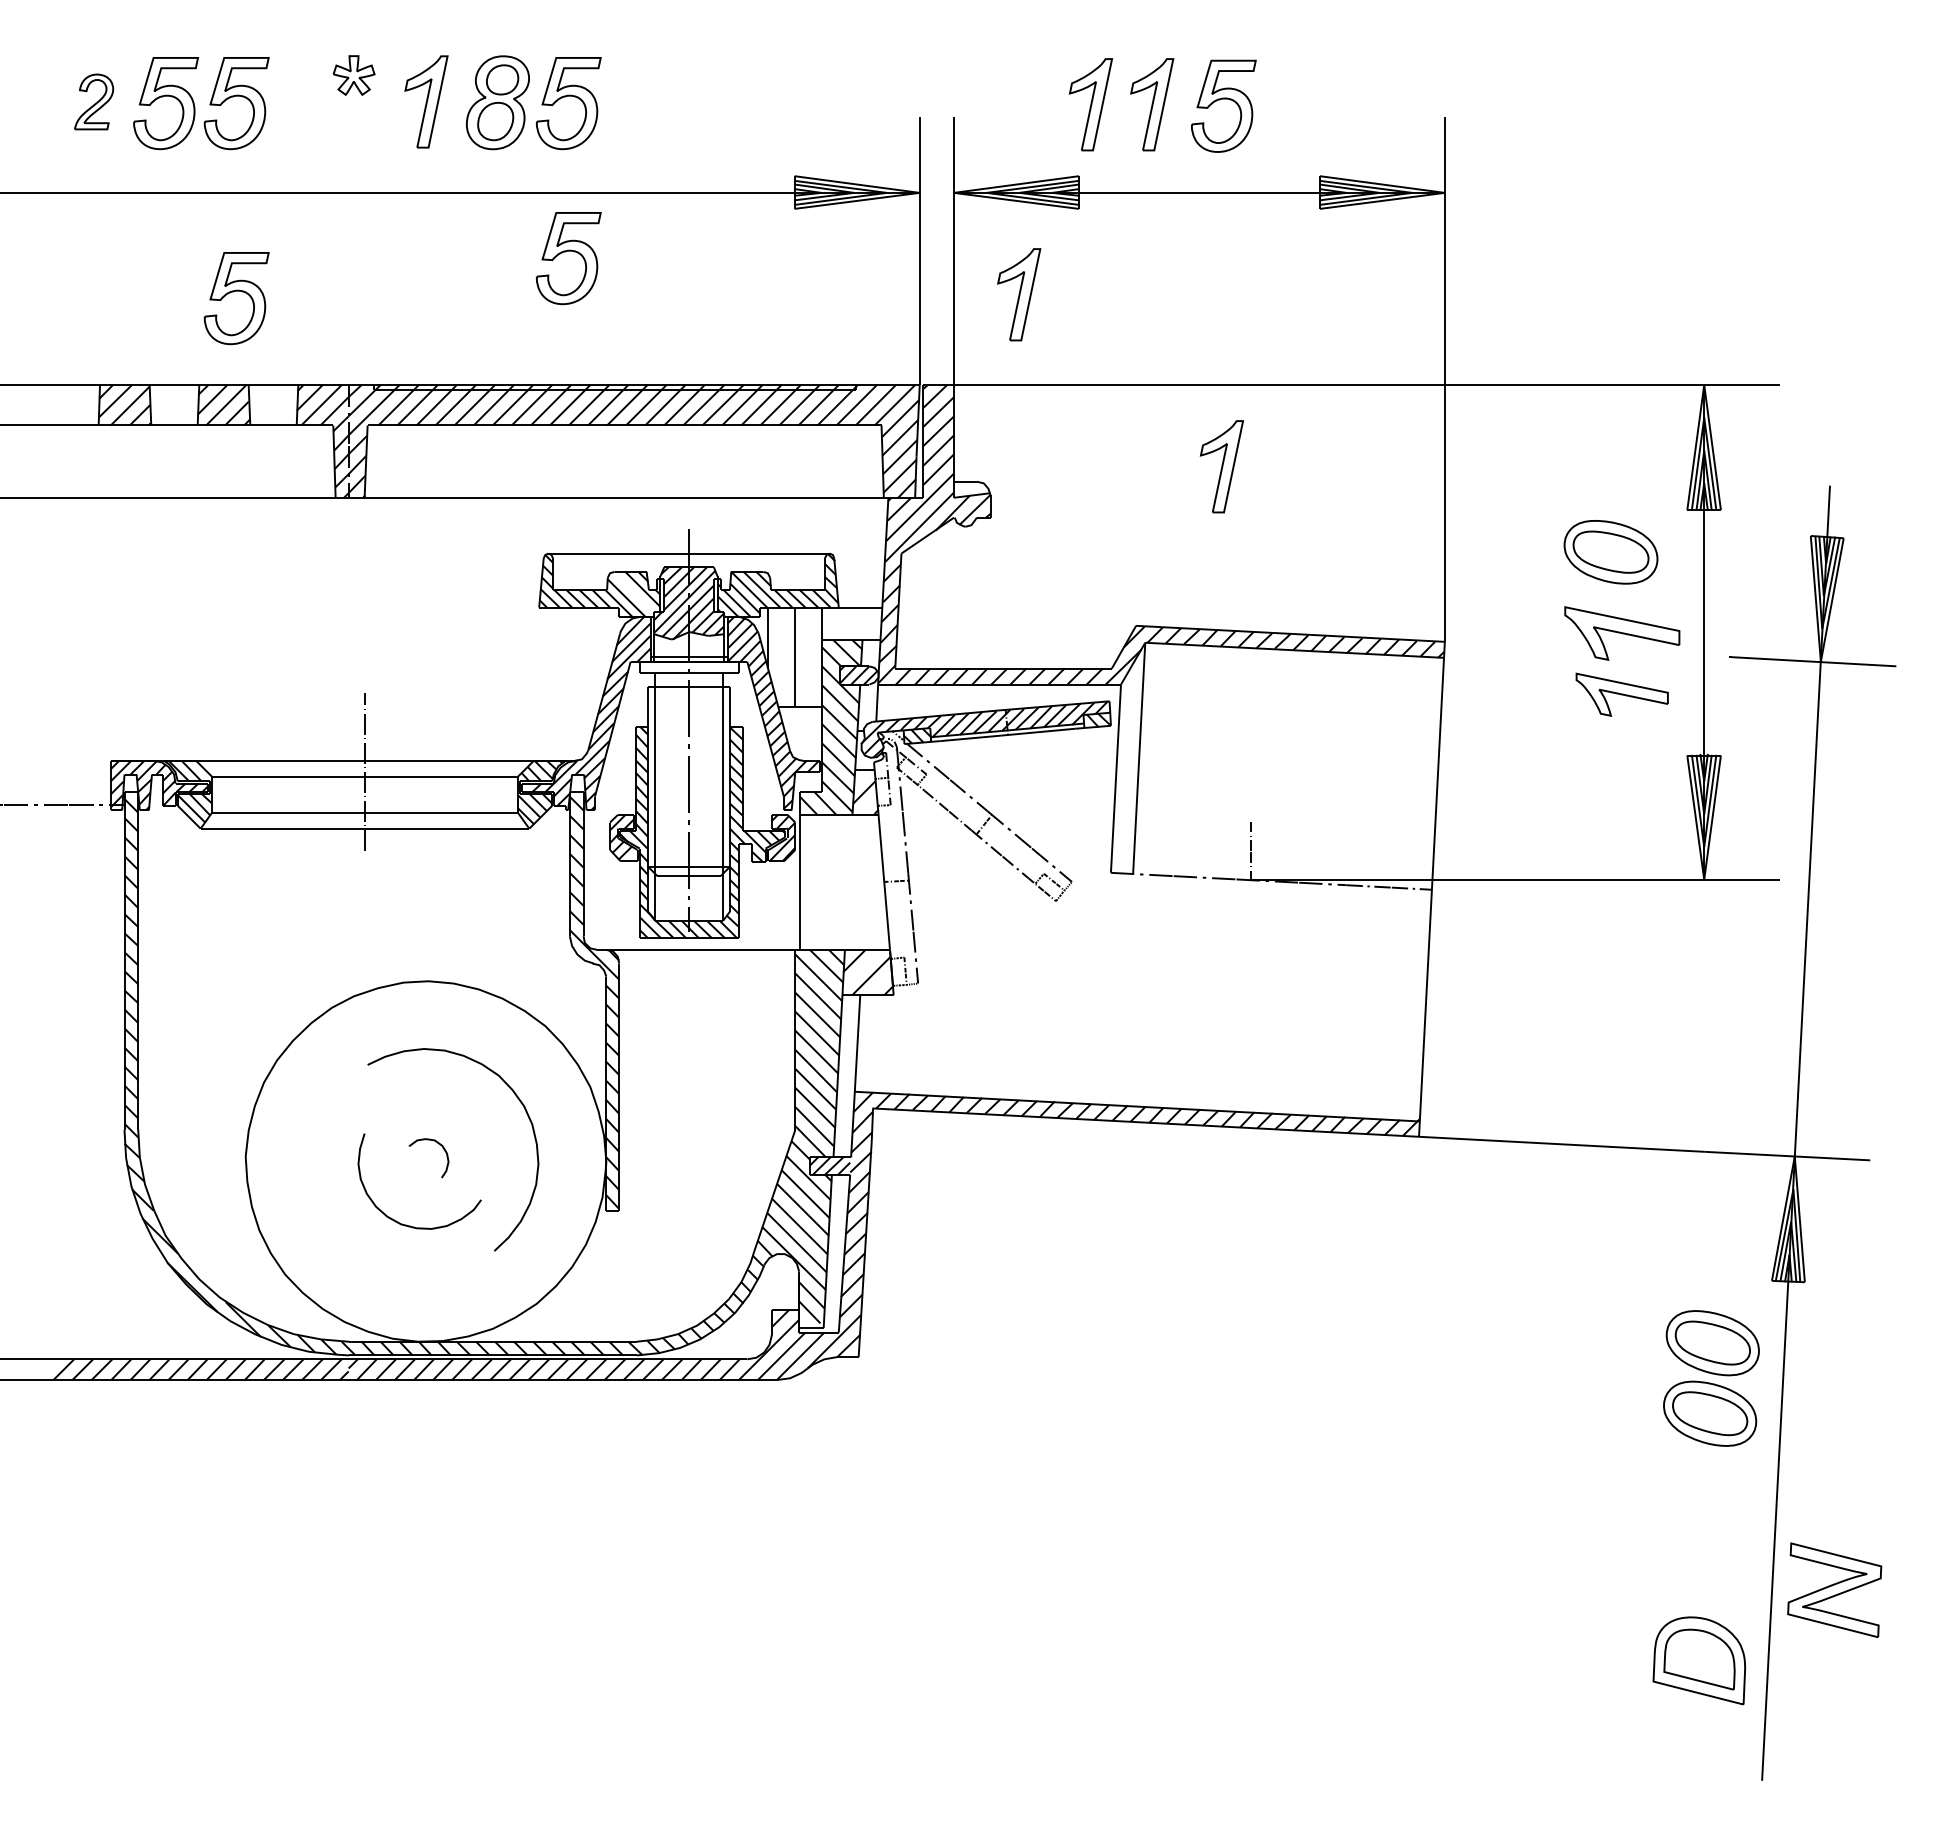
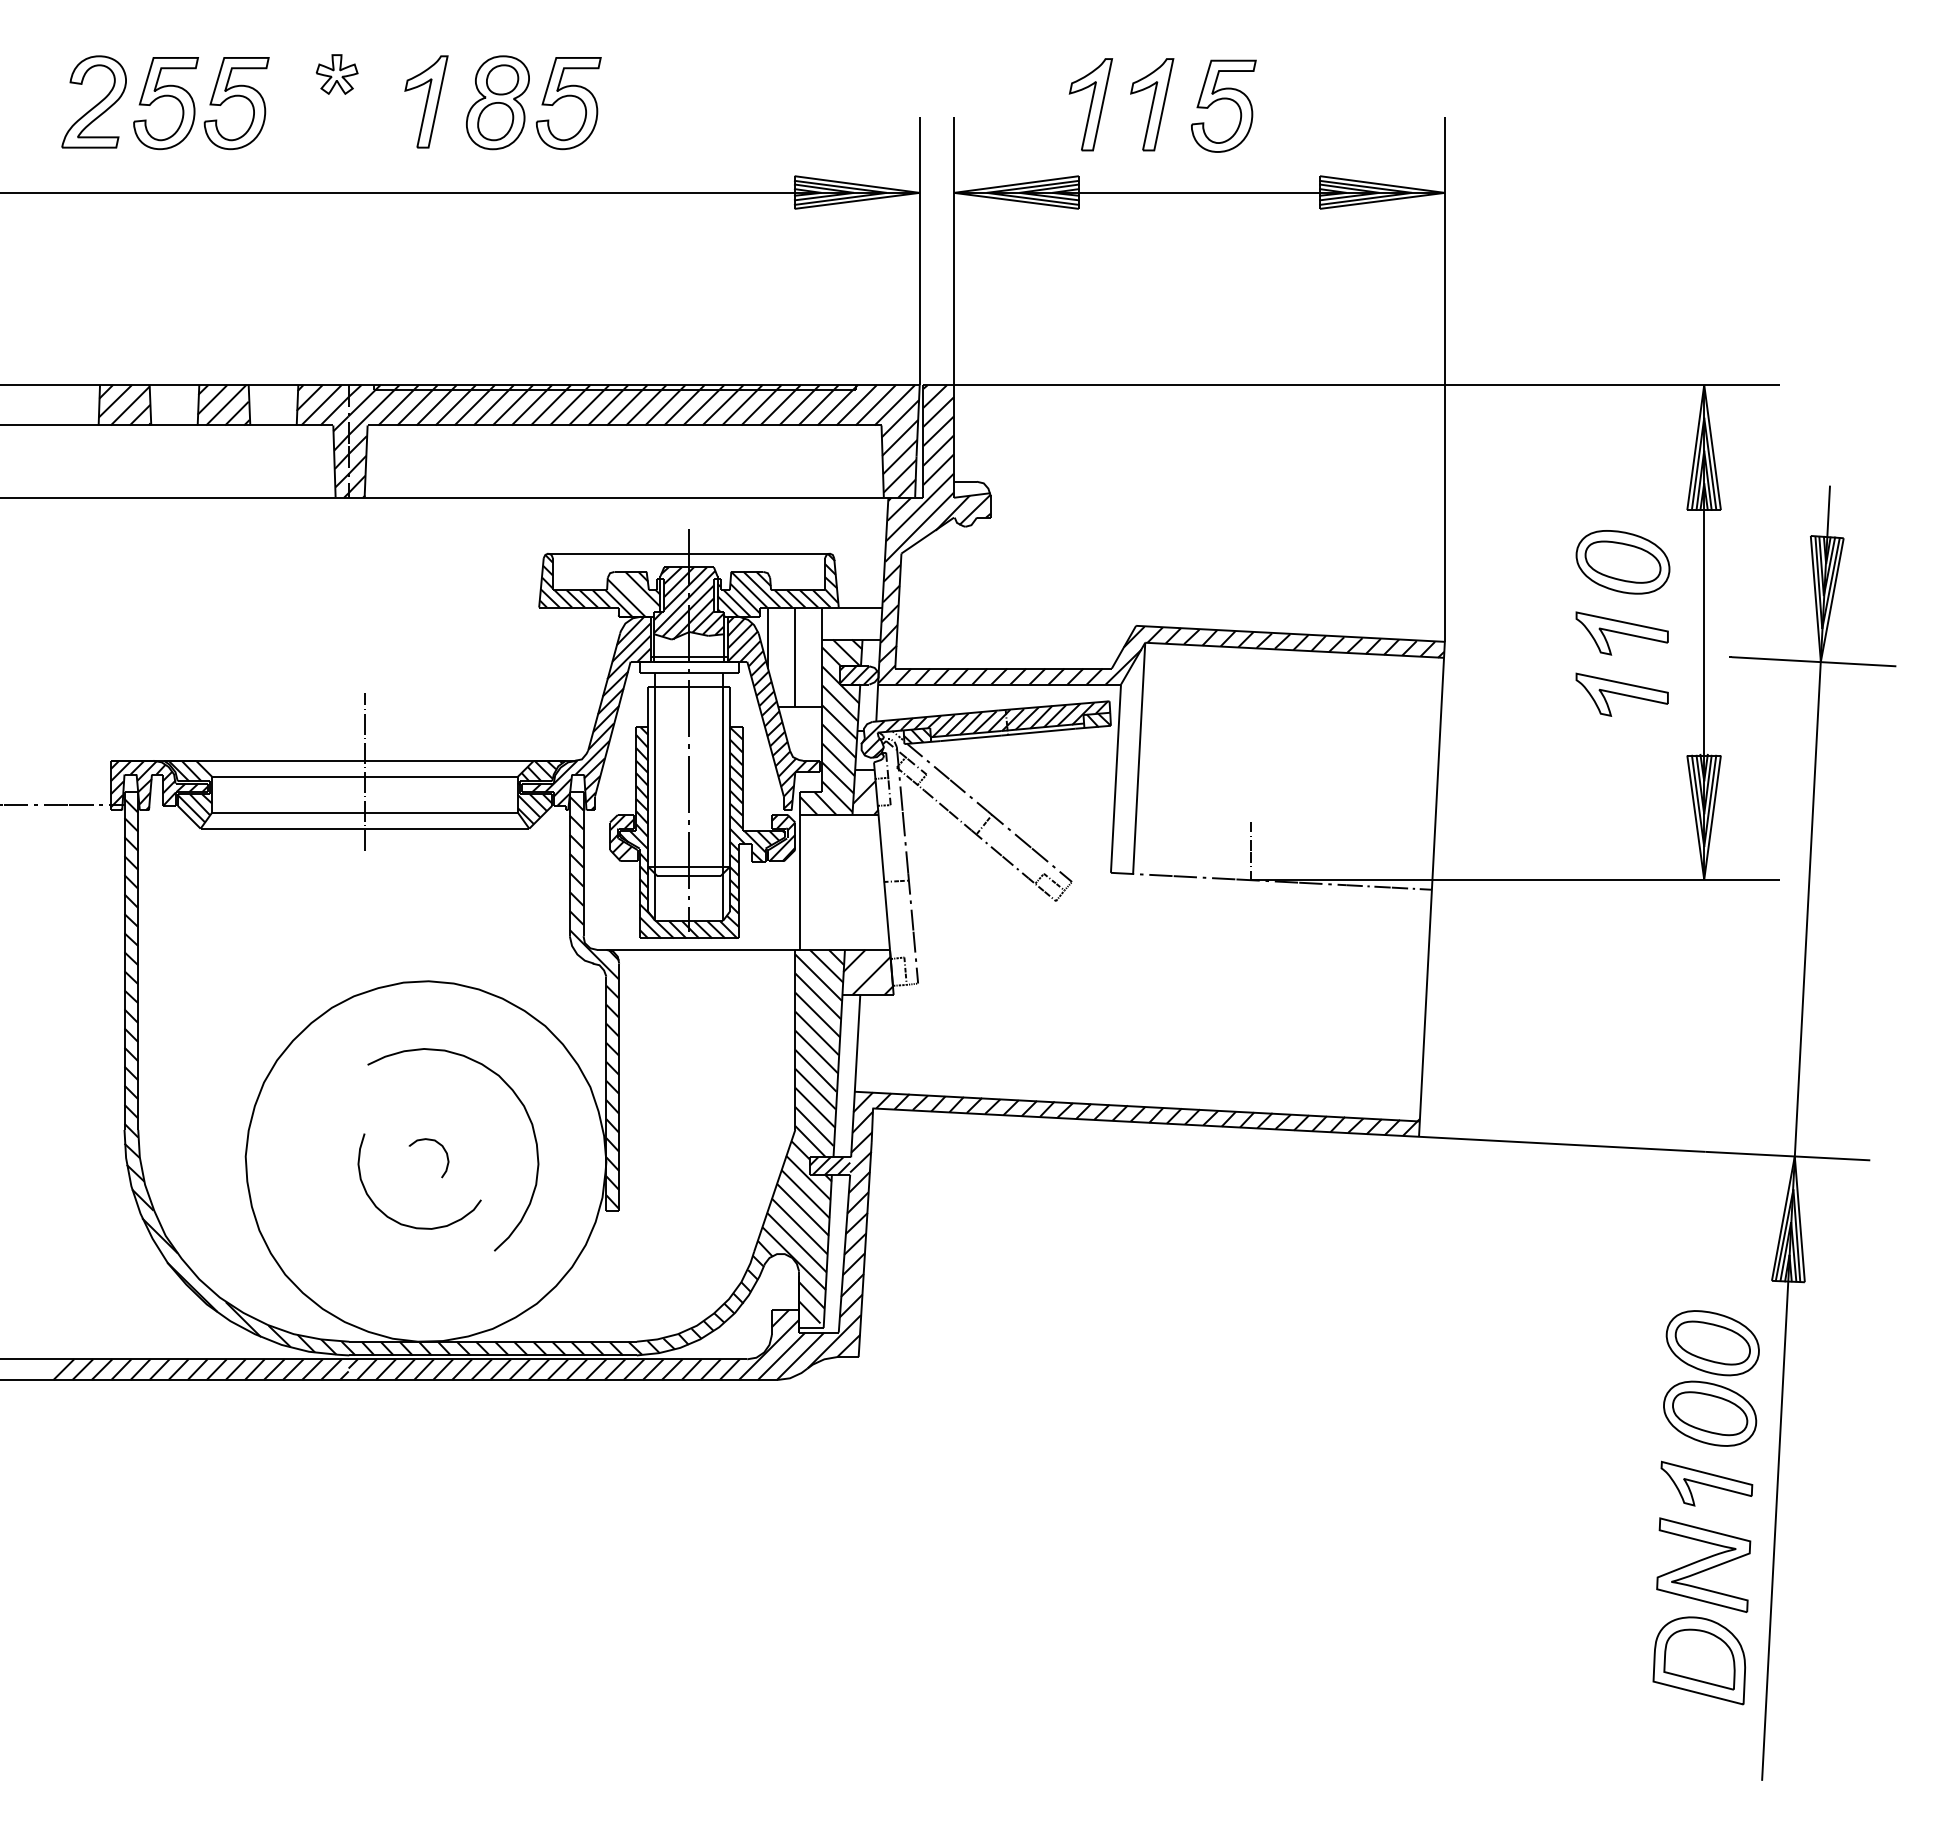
part at (353, 75) position: (353, 75) -> (336, 74)
part at (94, 101) size: 41x58 px -> 66x94 px
part at (565, 252): present -> none
part at (233, 292): present -> none
part at (1019, 294): present -> none
part at (1221, 466): present -> none
part at (1610, 552) position: (1610, 552) -> (1622, 562)
part at (1622, 633) size: 117x55 px -> 94x45 px
part at (1706, 1483): none -> present
part at (1834, 1589) position: (1834, 1589) -> (1703, 1564)
